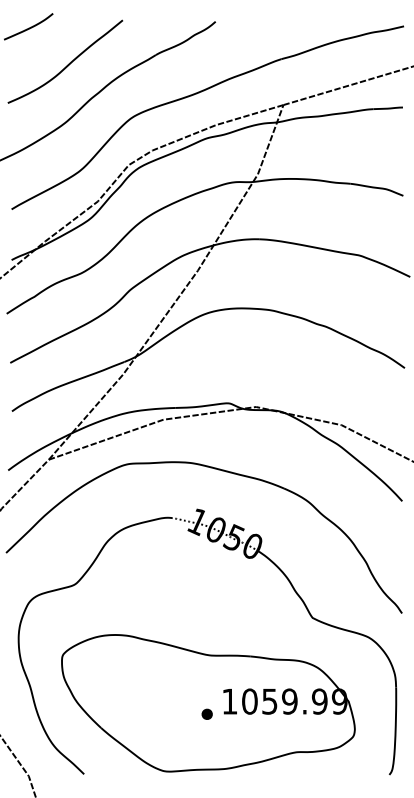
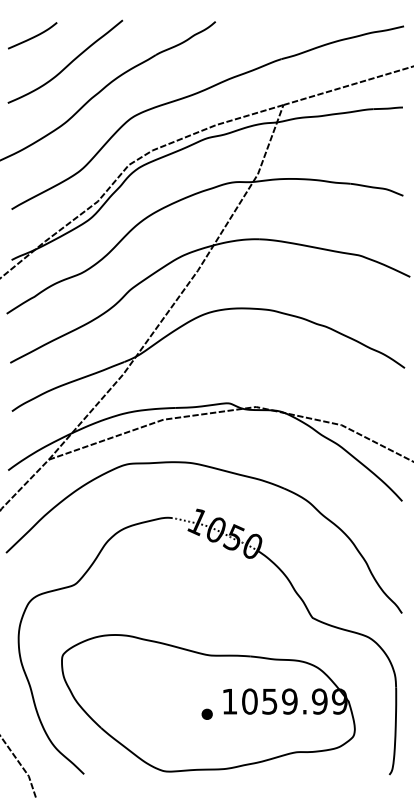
curve at (28, 27) position: (28, 27) -> (32, 36)
